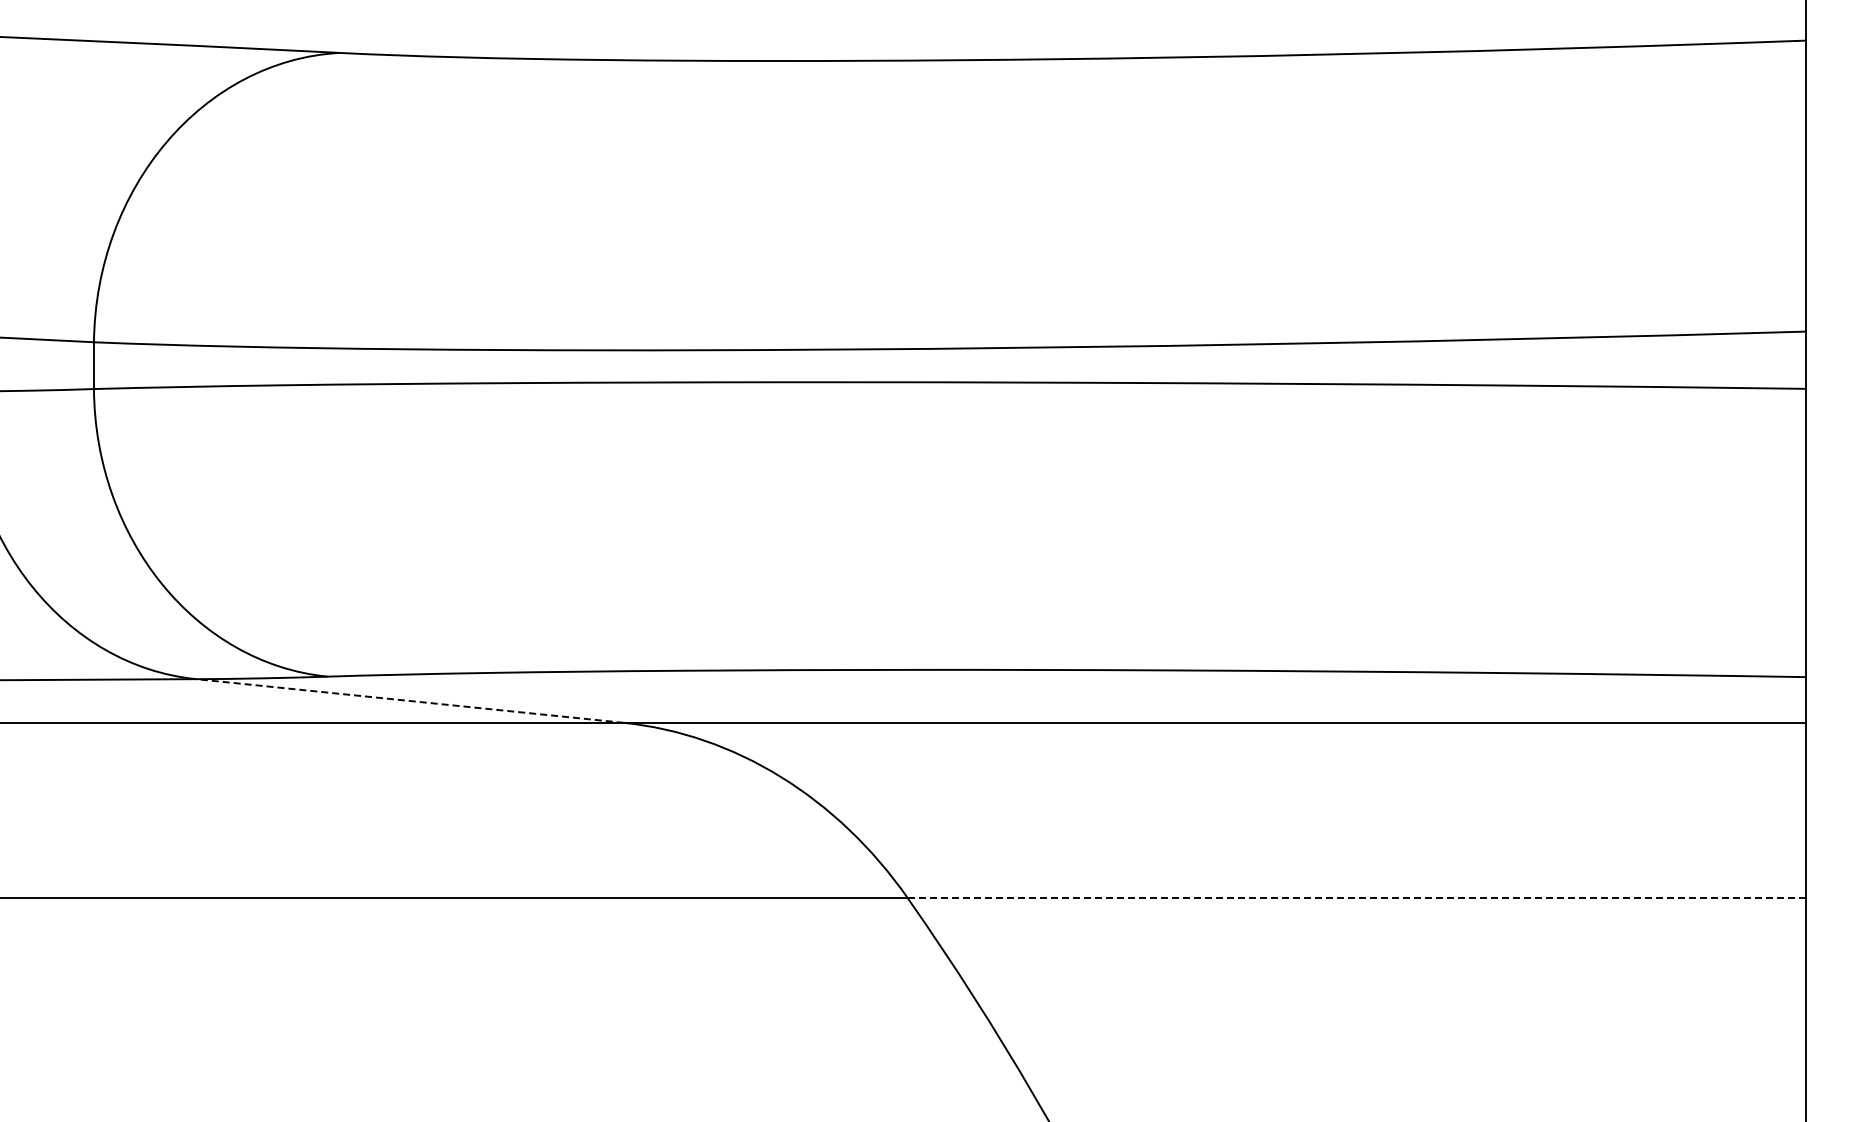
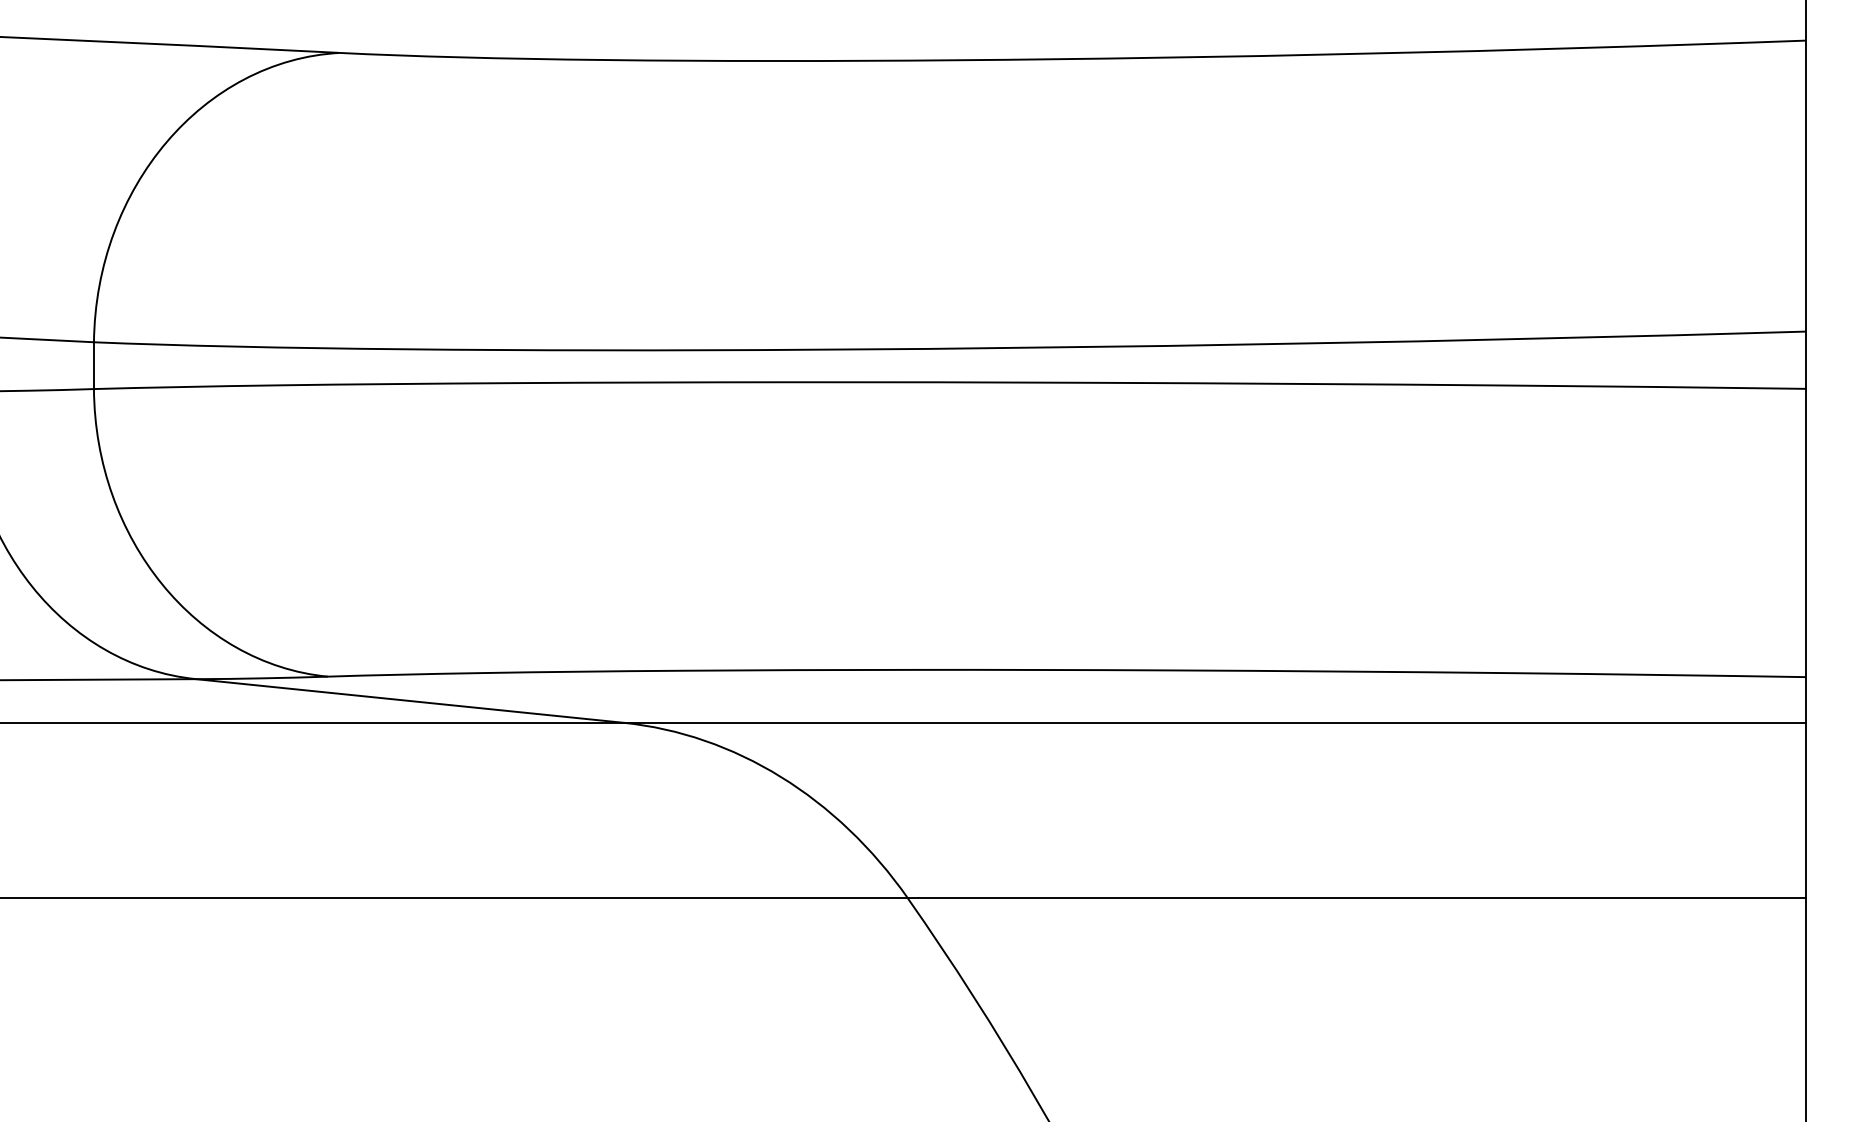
line at (409, 700): dashed -> solid
line at (1357, 898): dashed -> solid
